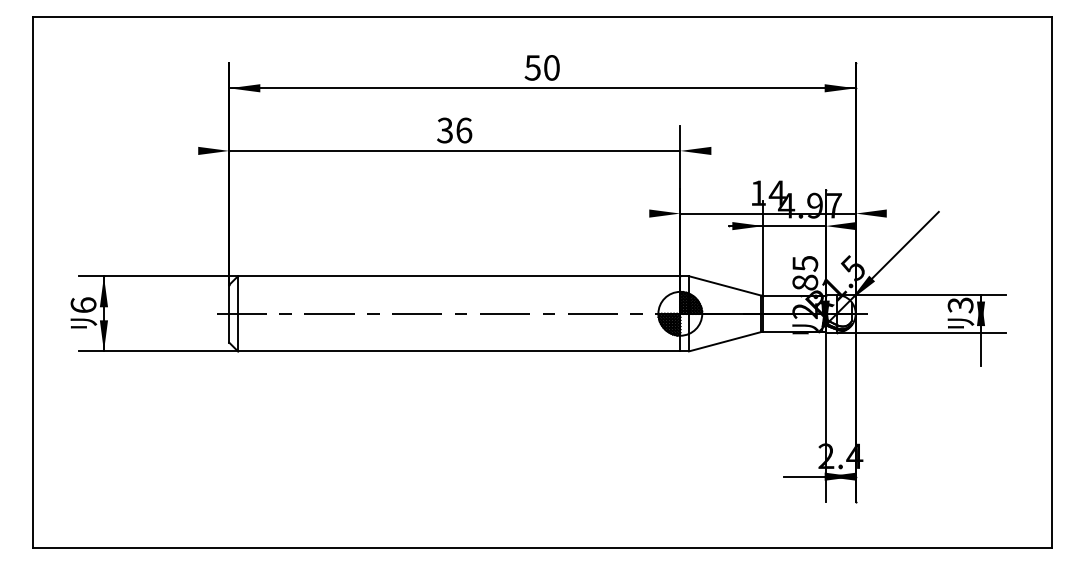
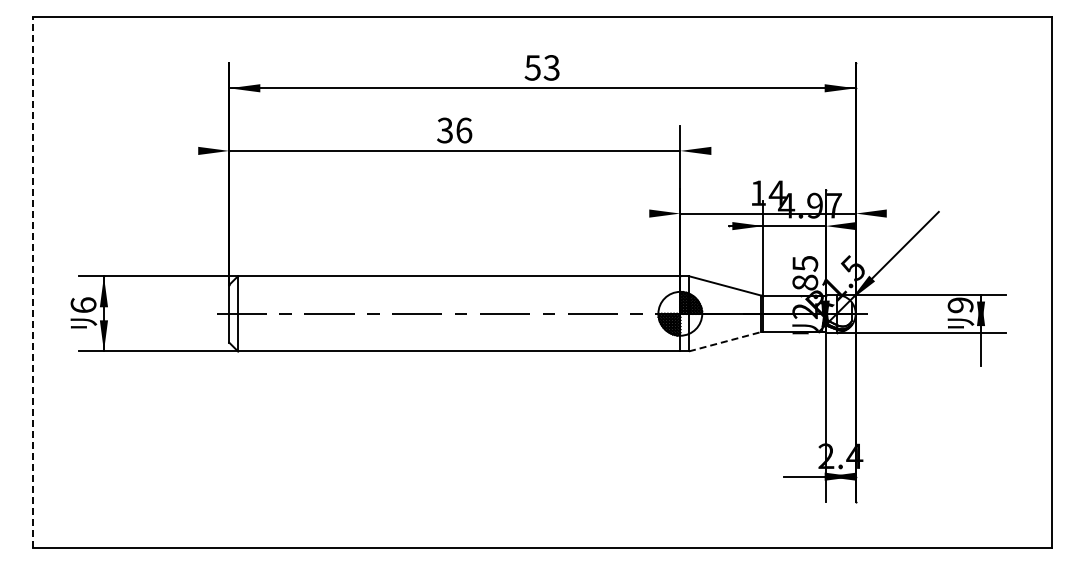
text at (551, 67): 50 -> 53
line at (32, 282): solid -> dashed
text at (960, 305): 3 -> 9
line at (725, 341): solid -> dashed
